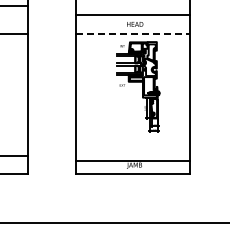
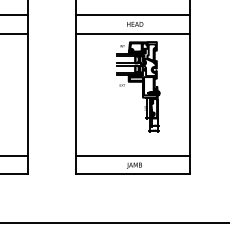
line at (15, 6) position: (15, 6) -> (15, 15)
line at (133, 33): dashed -> solid
line at (132, 160) position: (132, 160) -> (132, 155)
